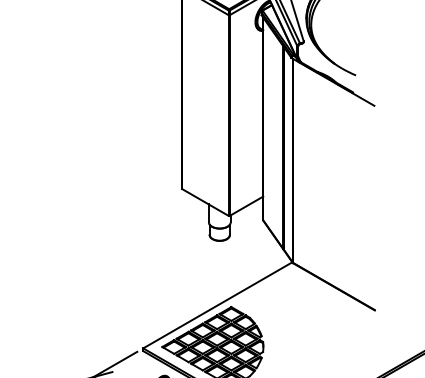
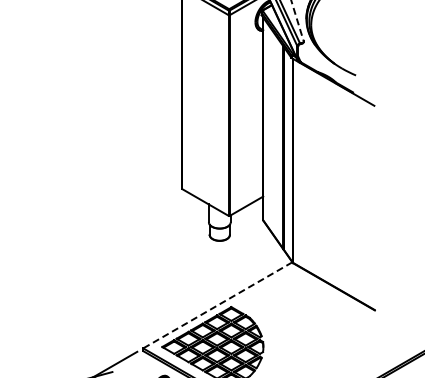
line at (297, 21): solid -> dashed
line at (217, 305): solid -> dashed
